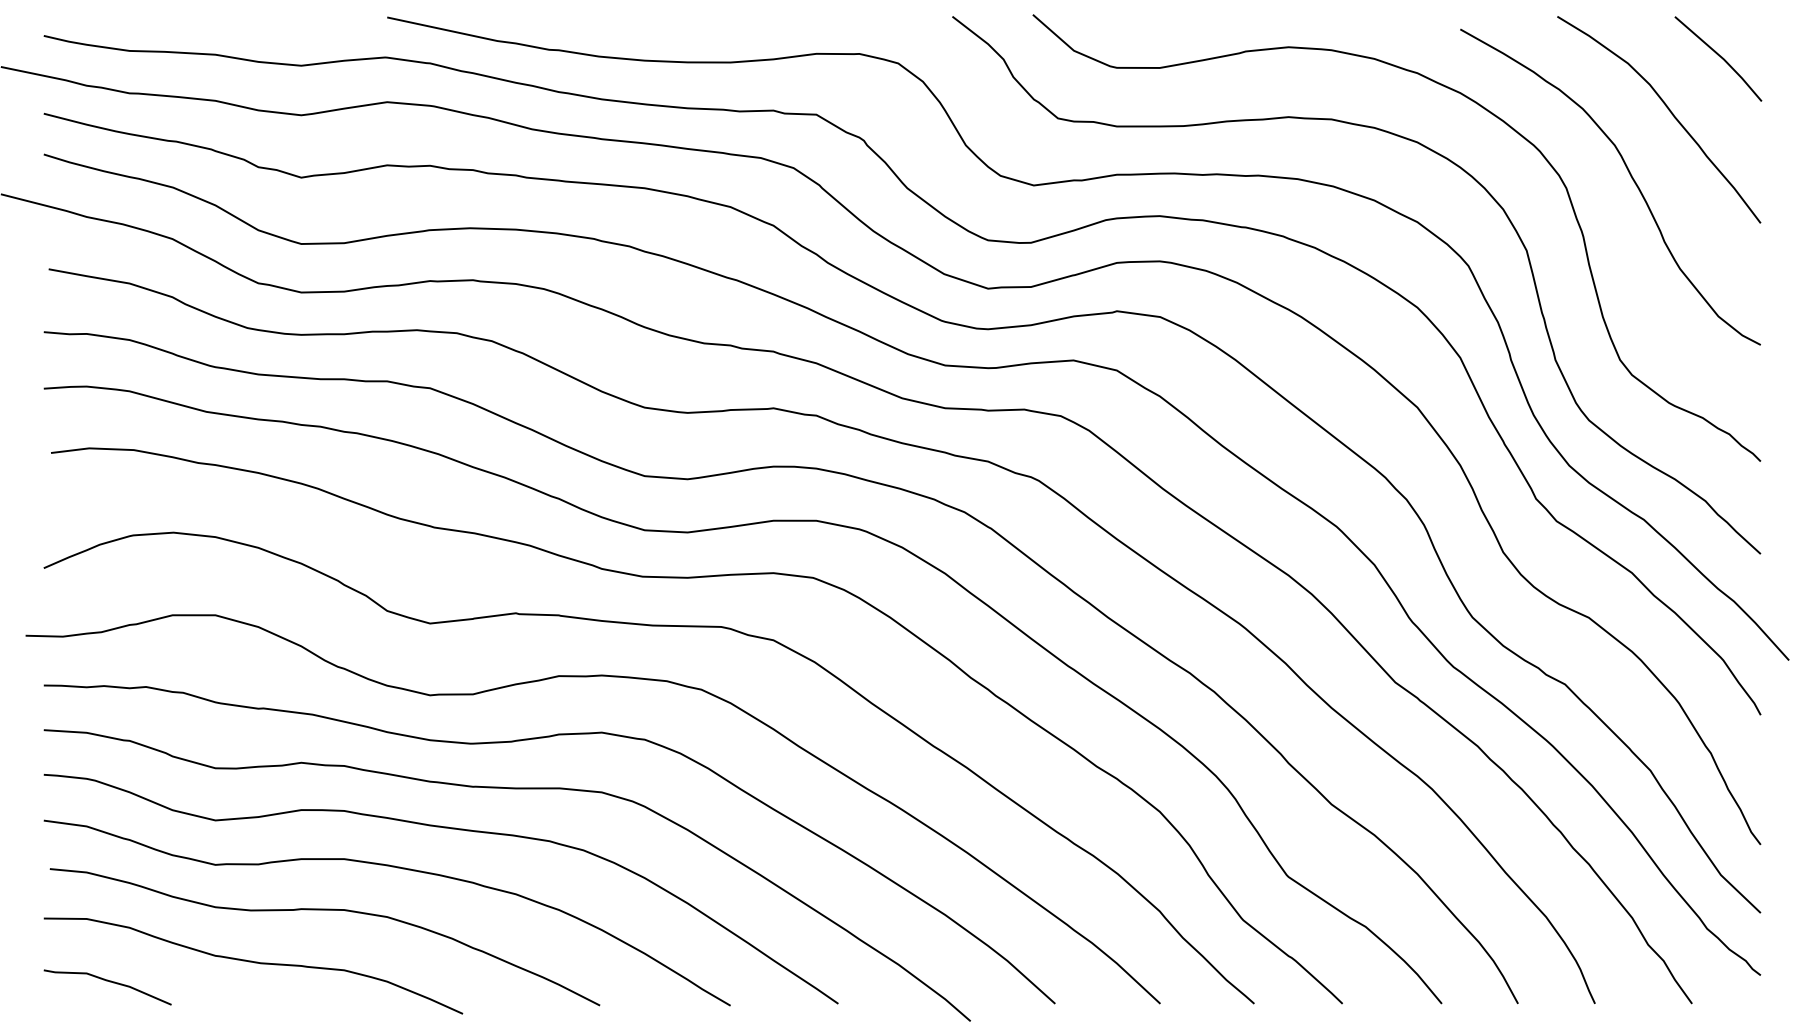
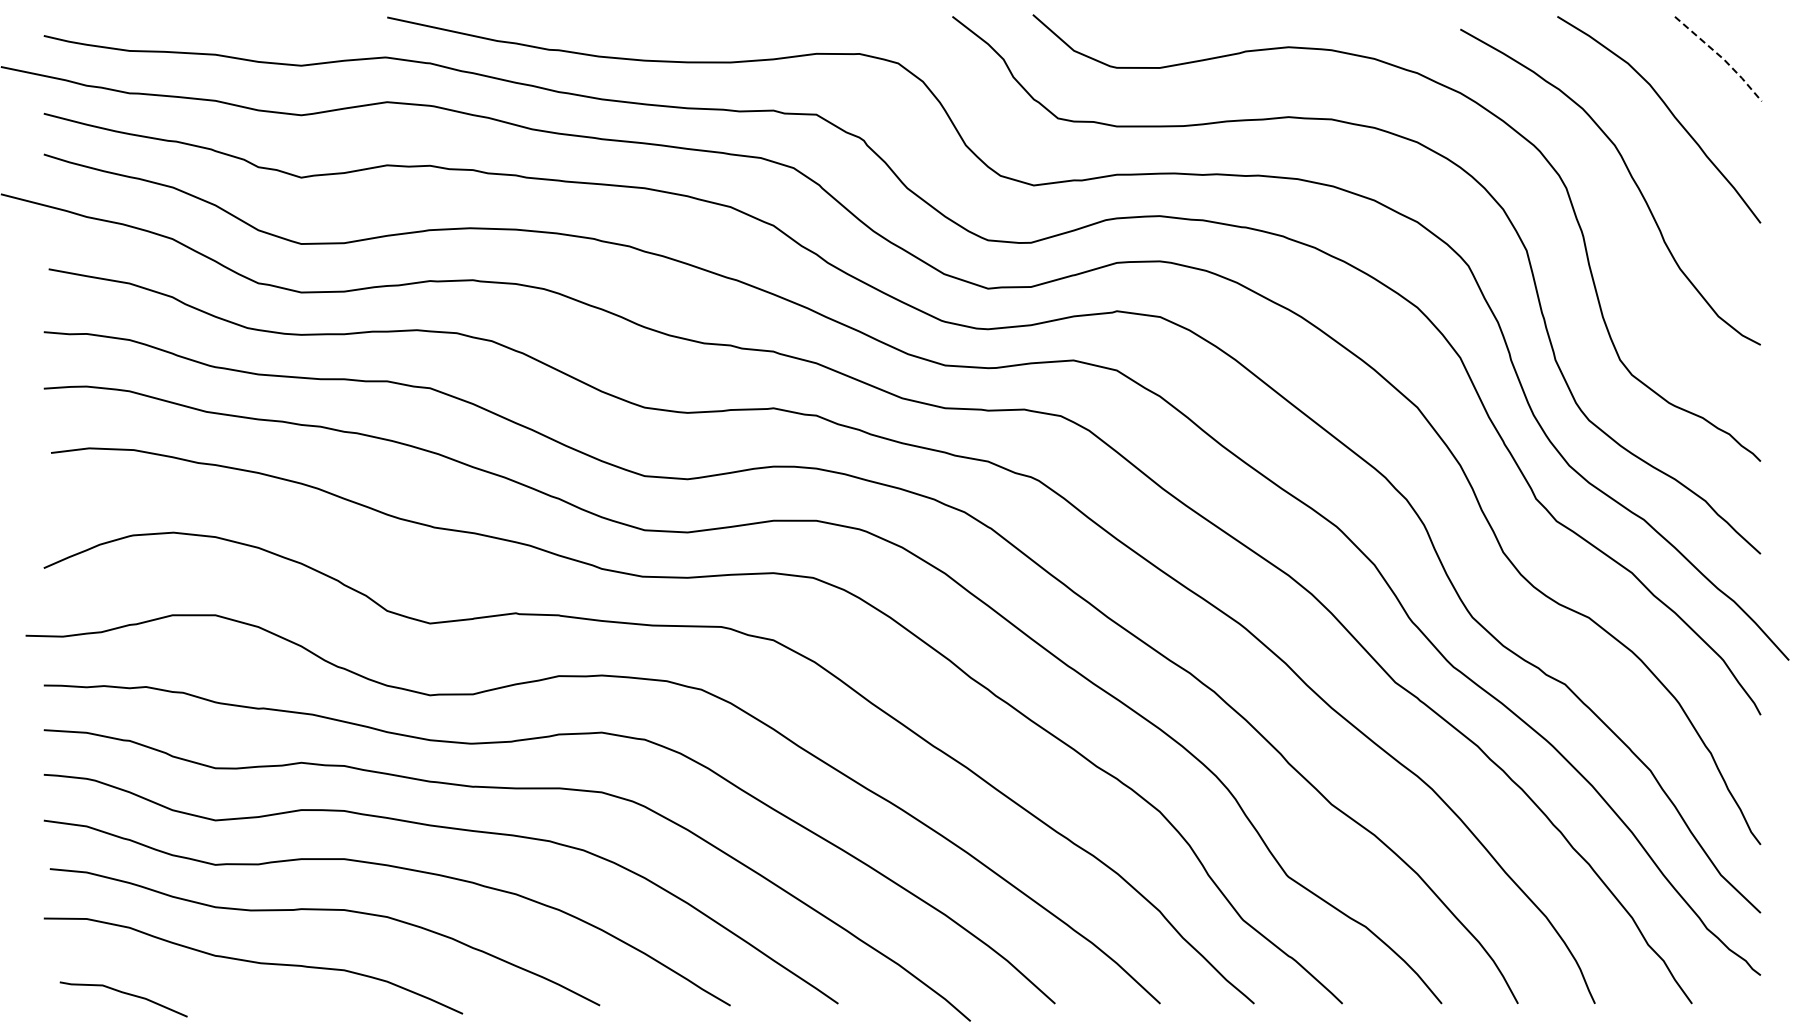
line at (1721, 57): solid -> dashed
curve at (109, 982) position: (109, 982) -> (125, 994)
